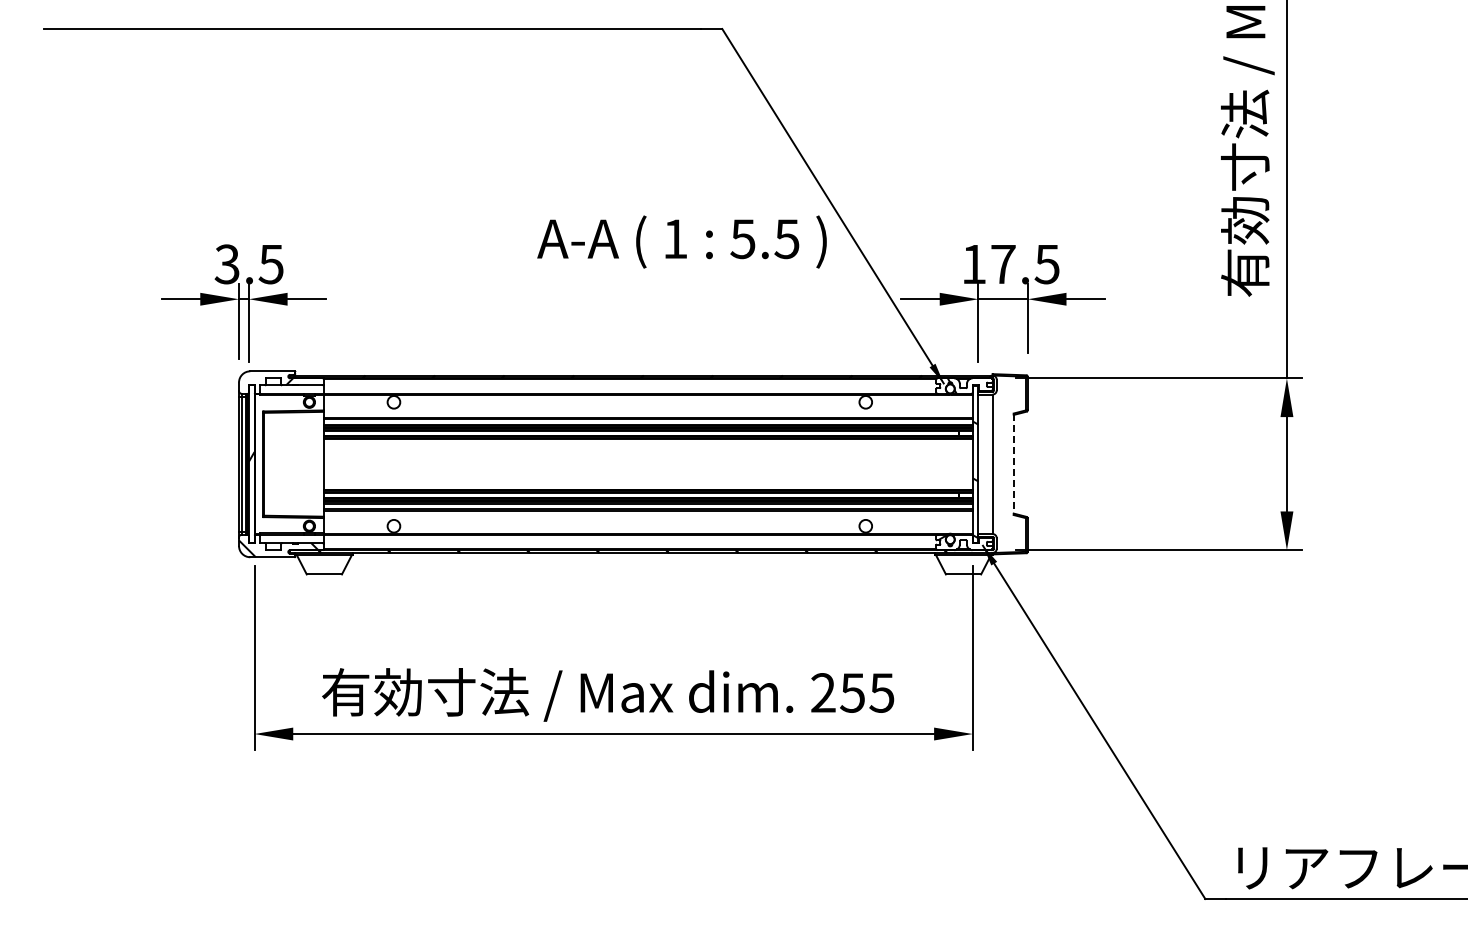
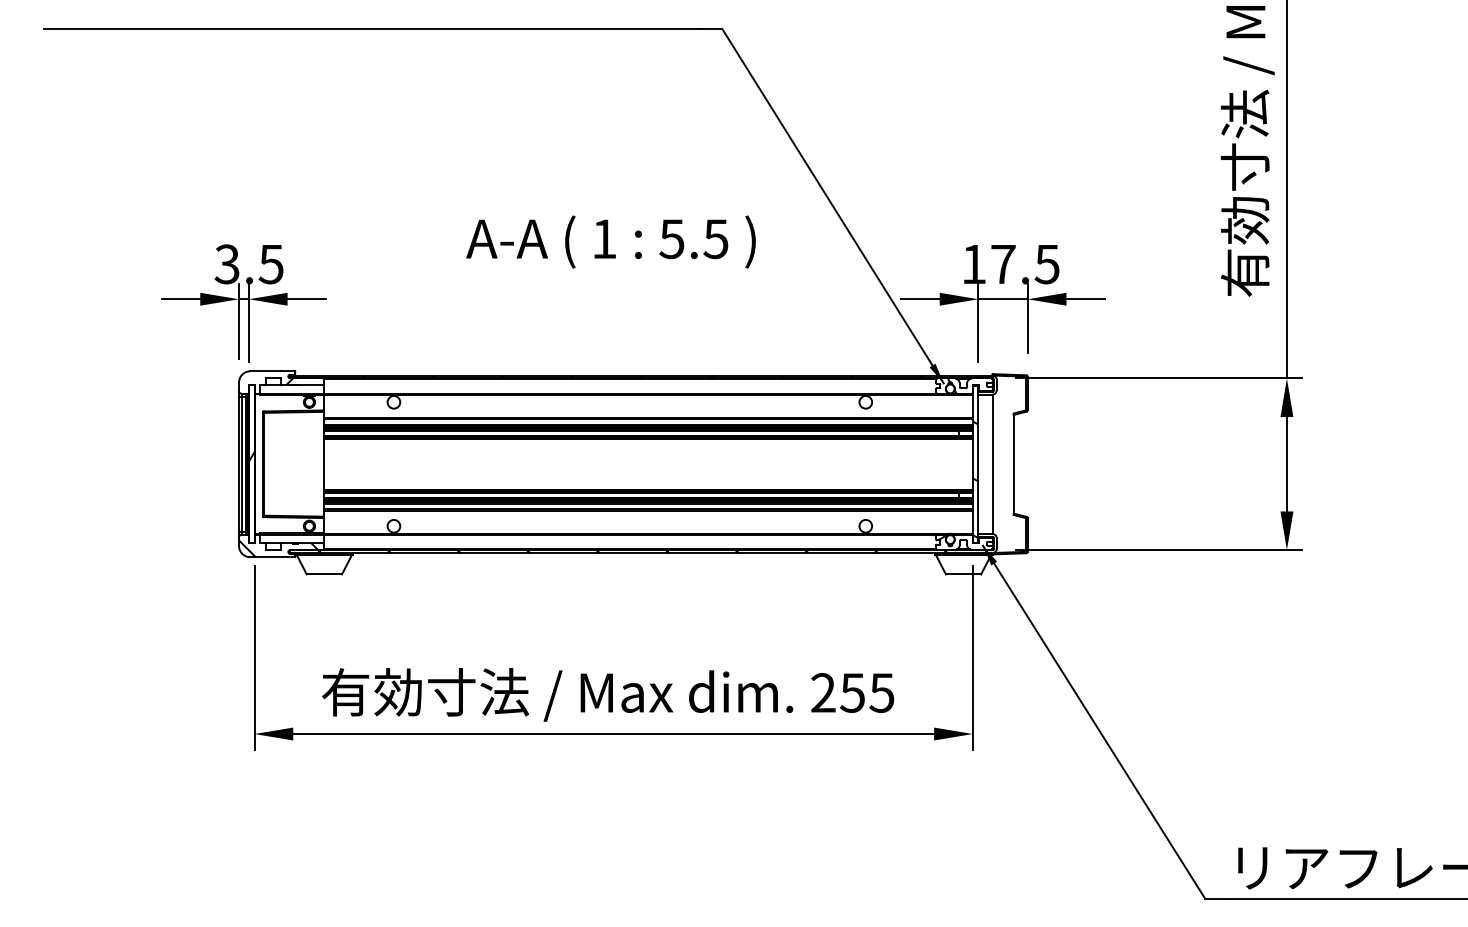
text at (681, 241) position: (681, 241) -> (610, 241)
line at (1013, 464): dashed -> solid
